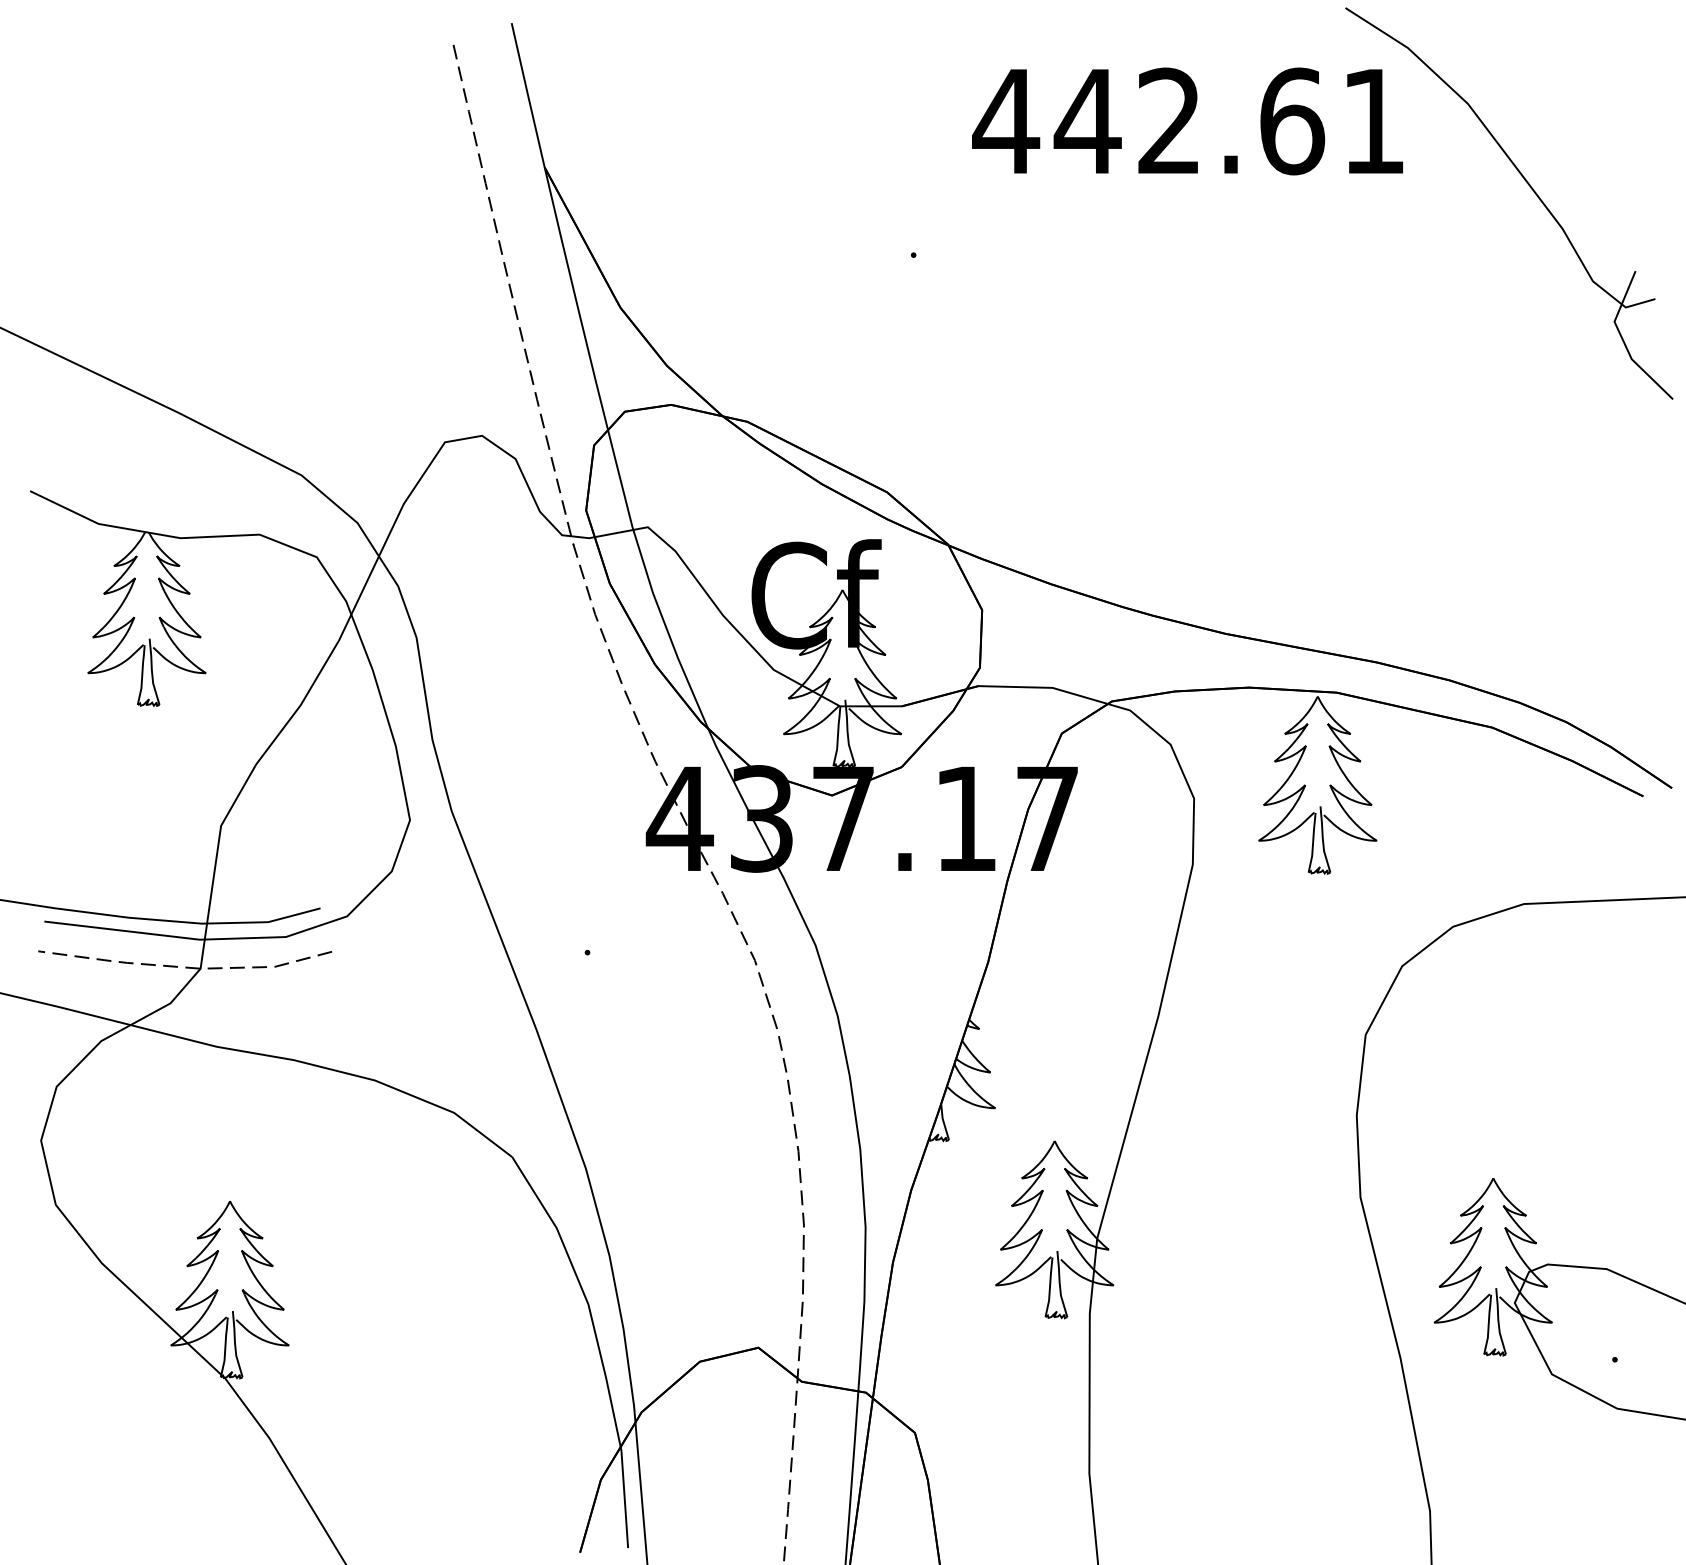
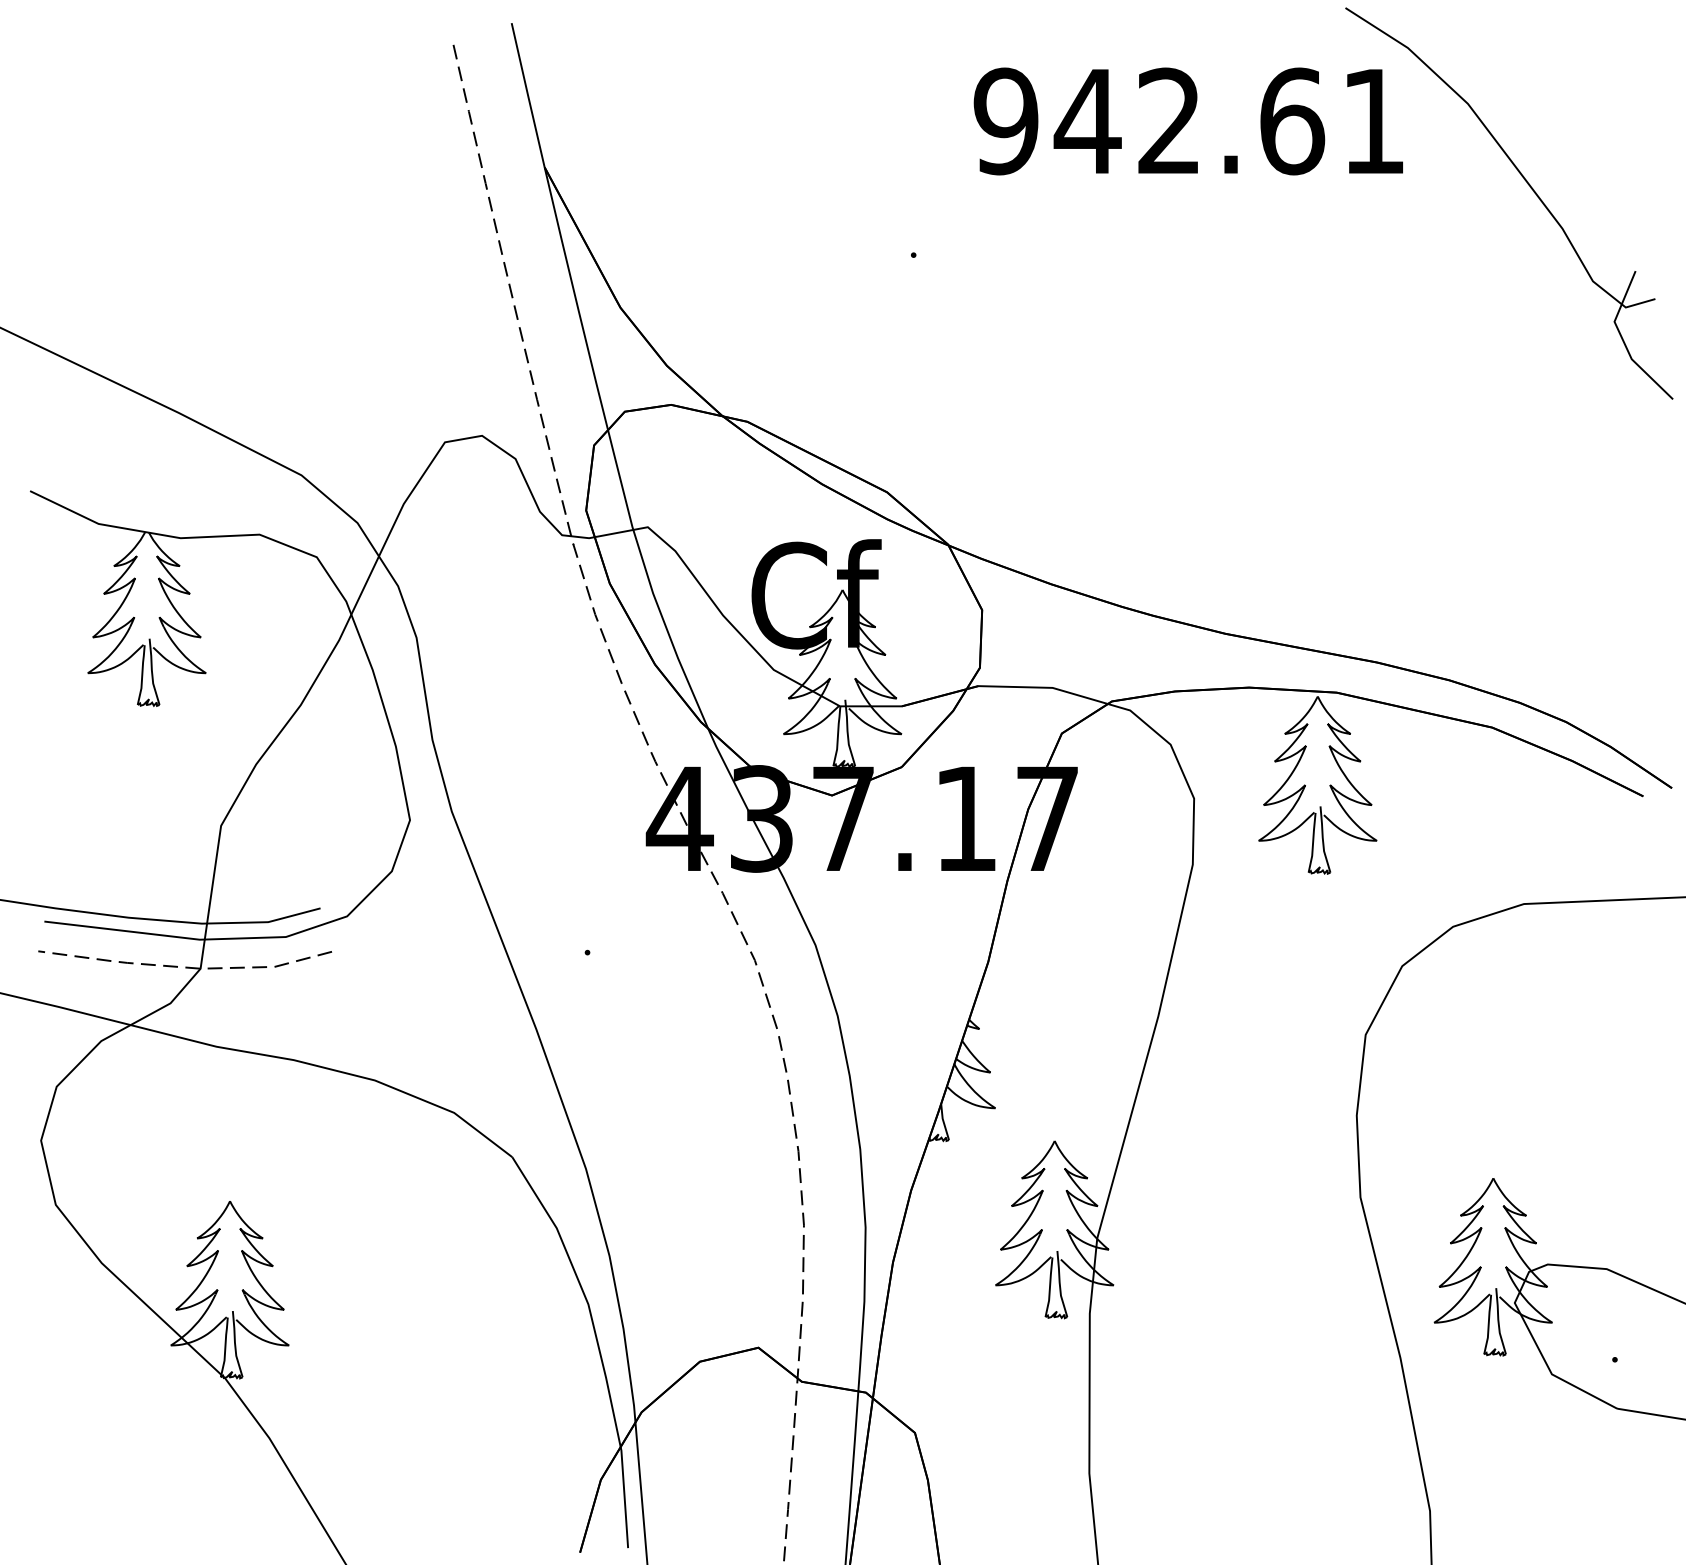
text at (1006, 121): 442.61 -> 942.61
